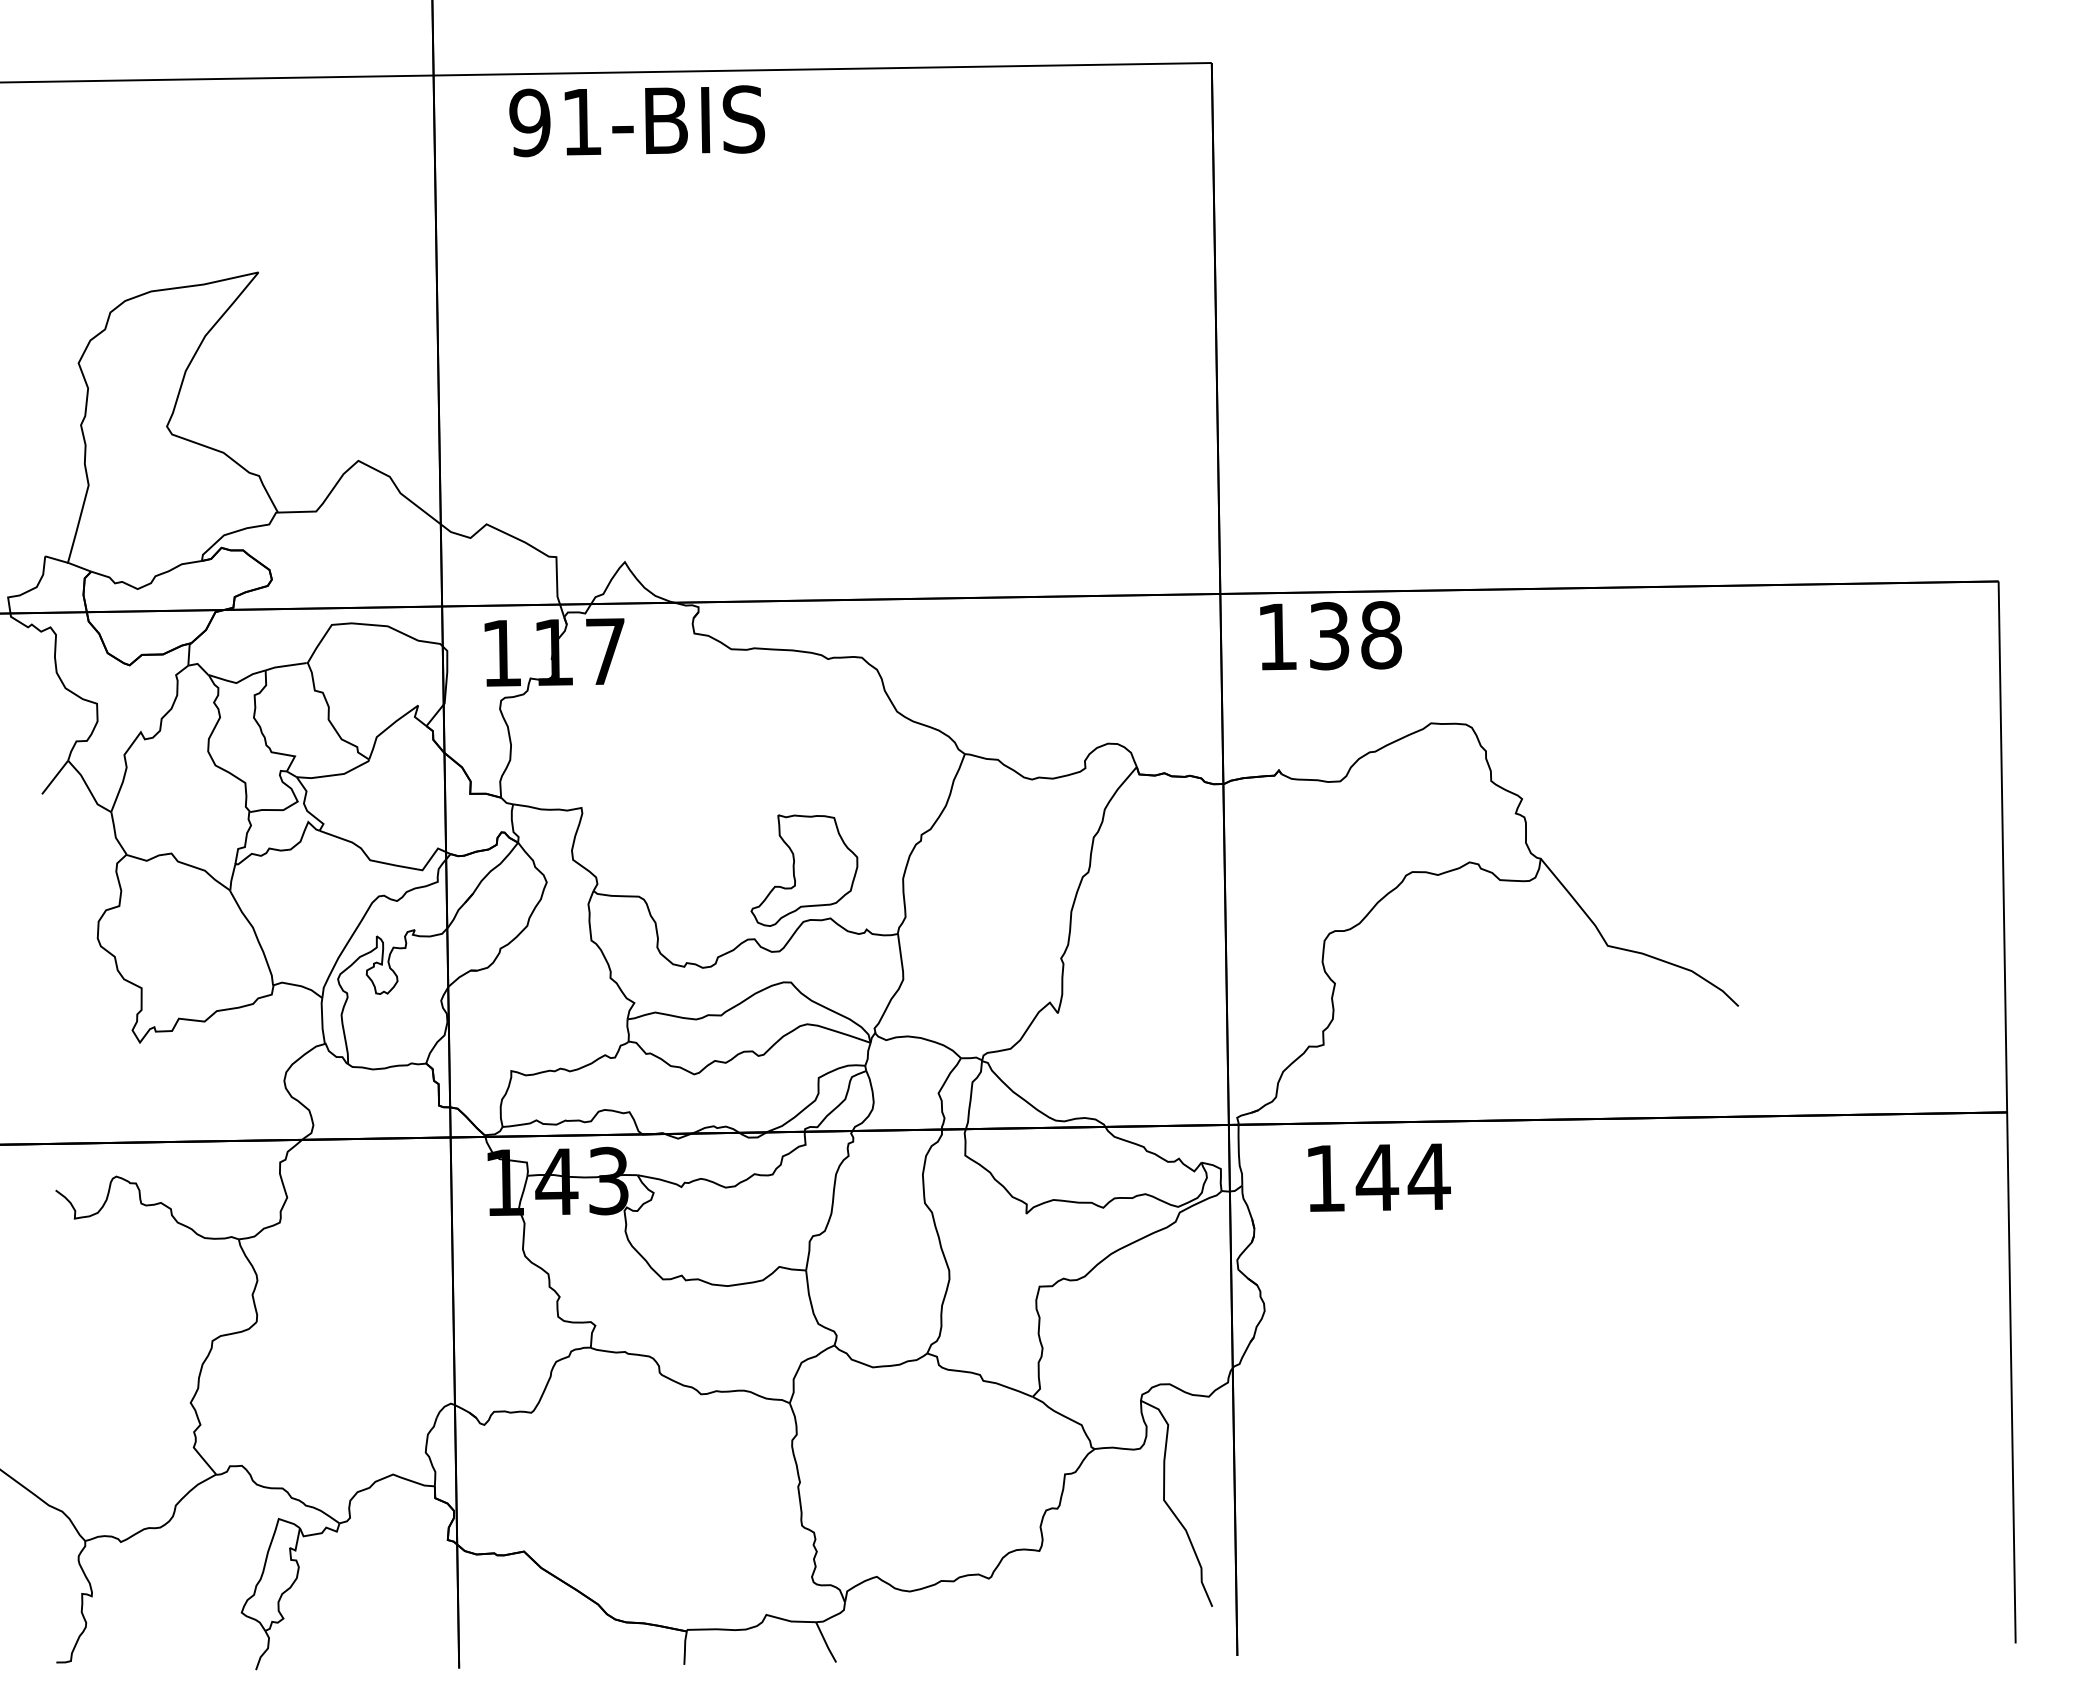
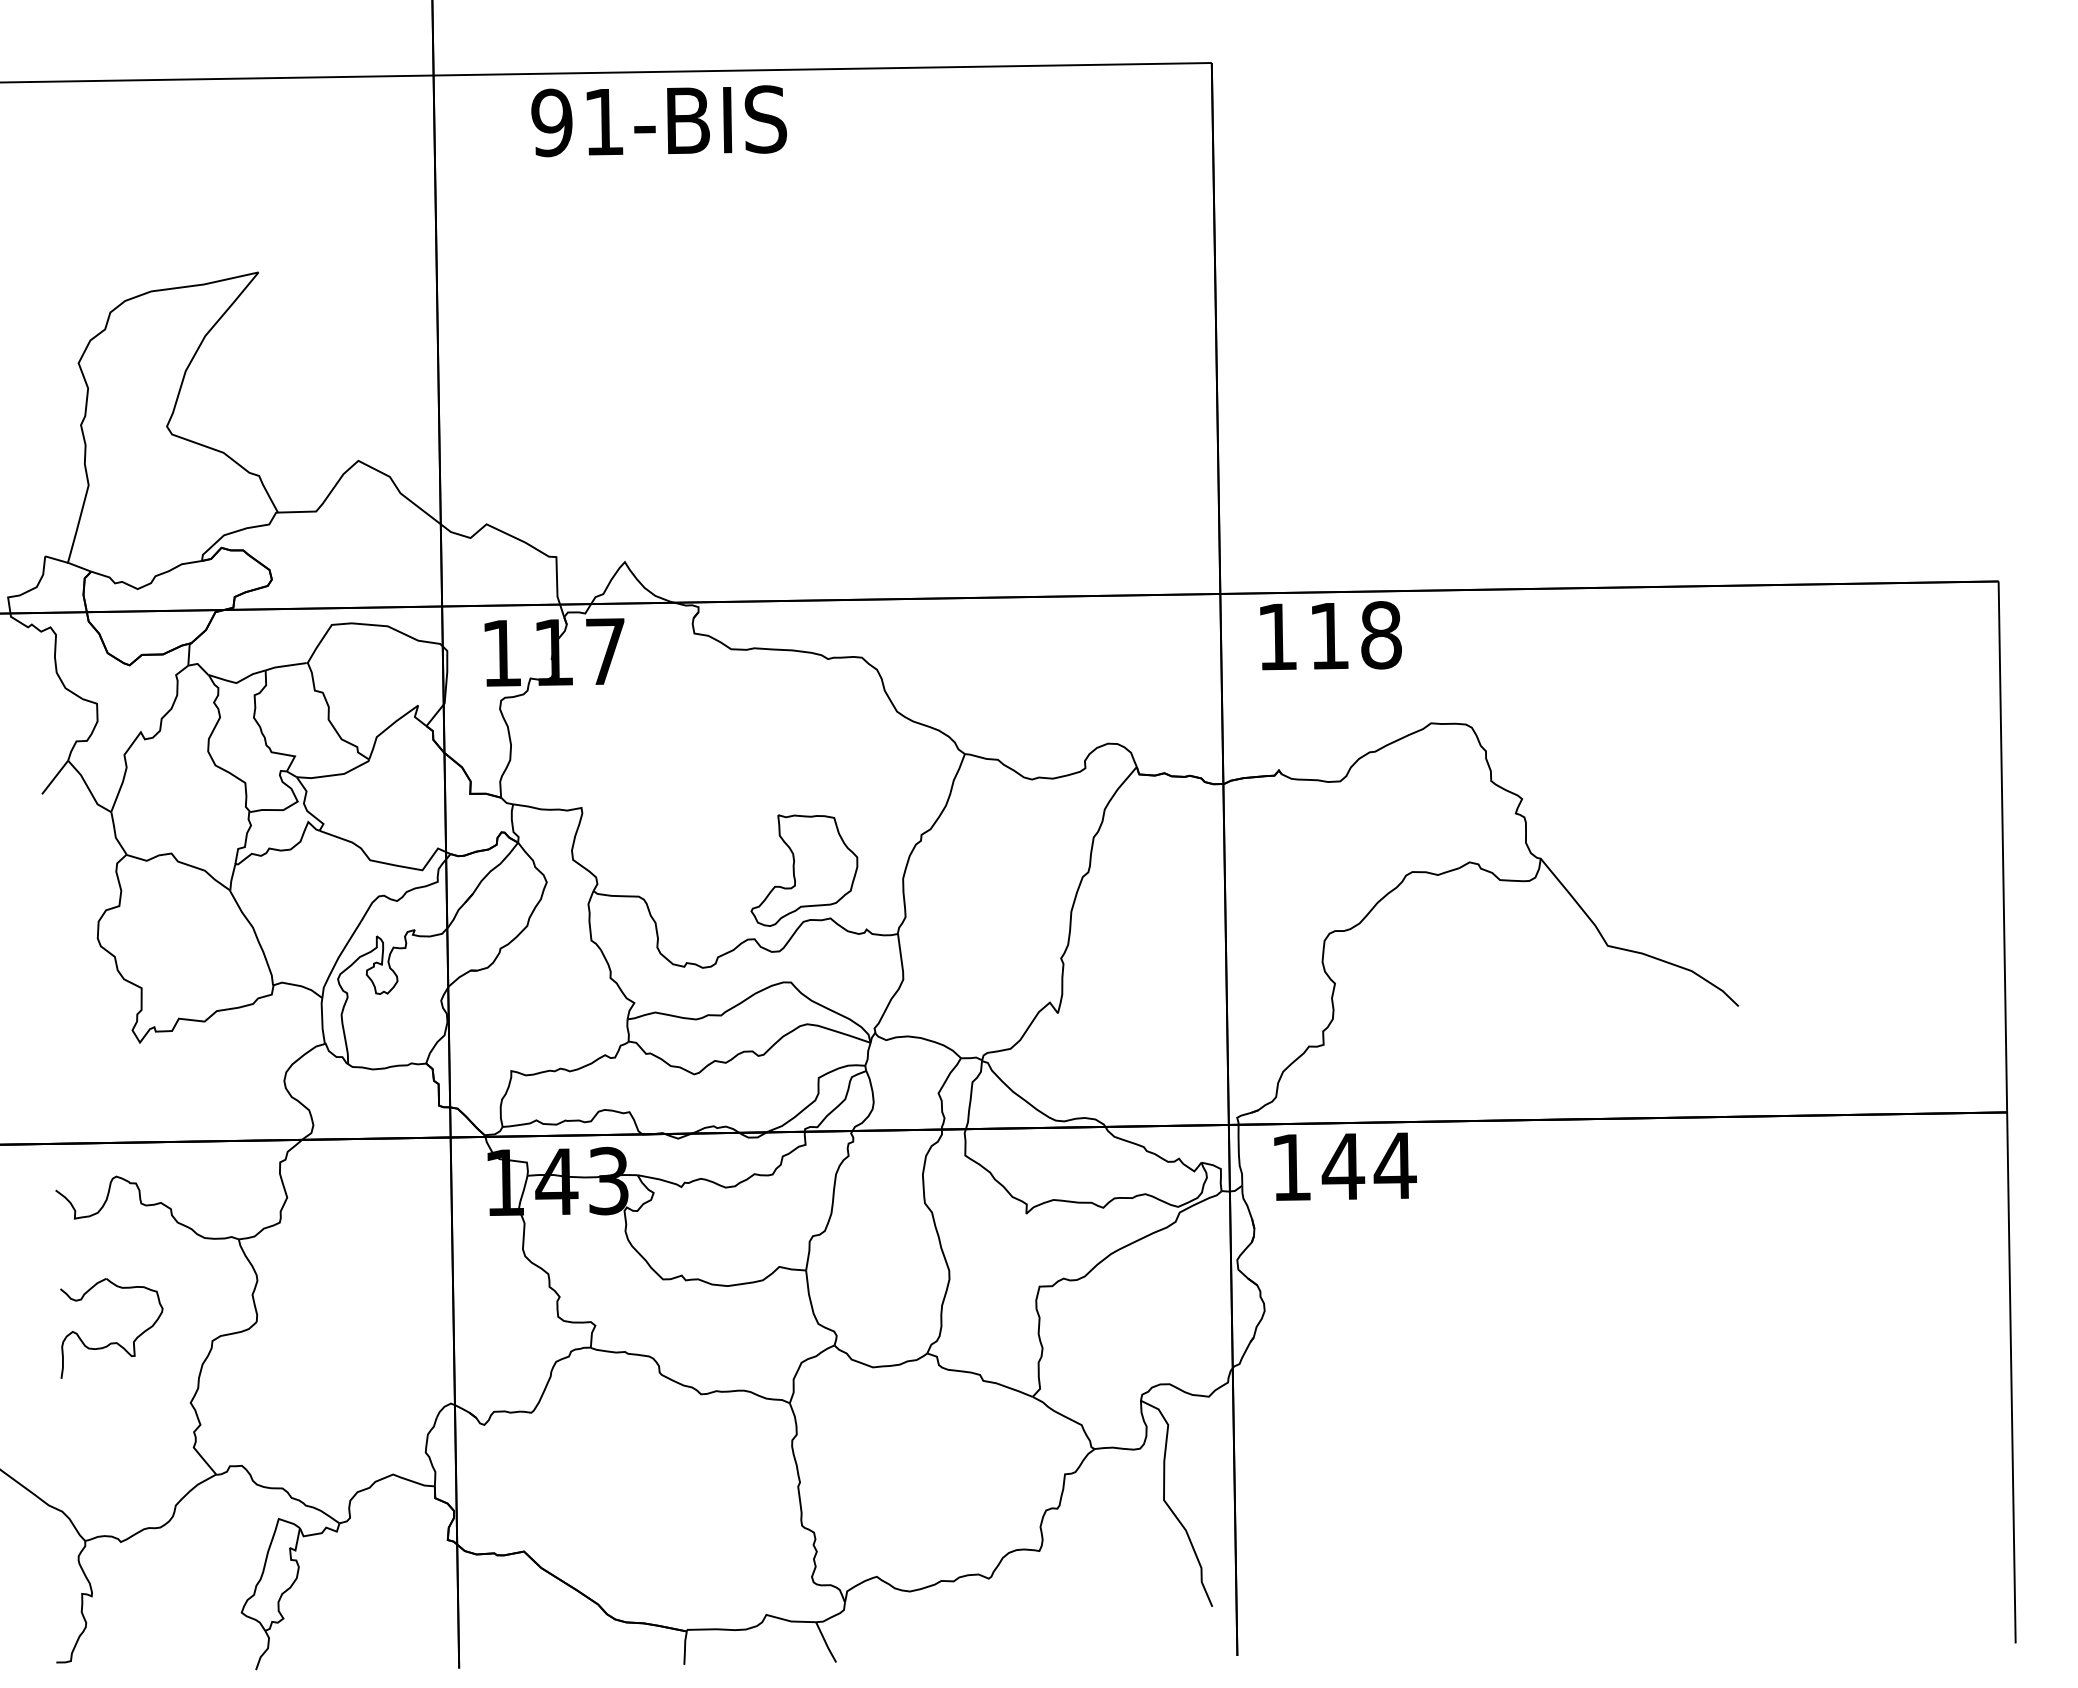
text at (636, 121) position: (636, 121) -> (658, 121)
text at (1329, 635): 138 -> 118
text at (1379, 1177) position: (1379, 1177) -> (1345, 1166)
part at (111, 1342): none -> present
